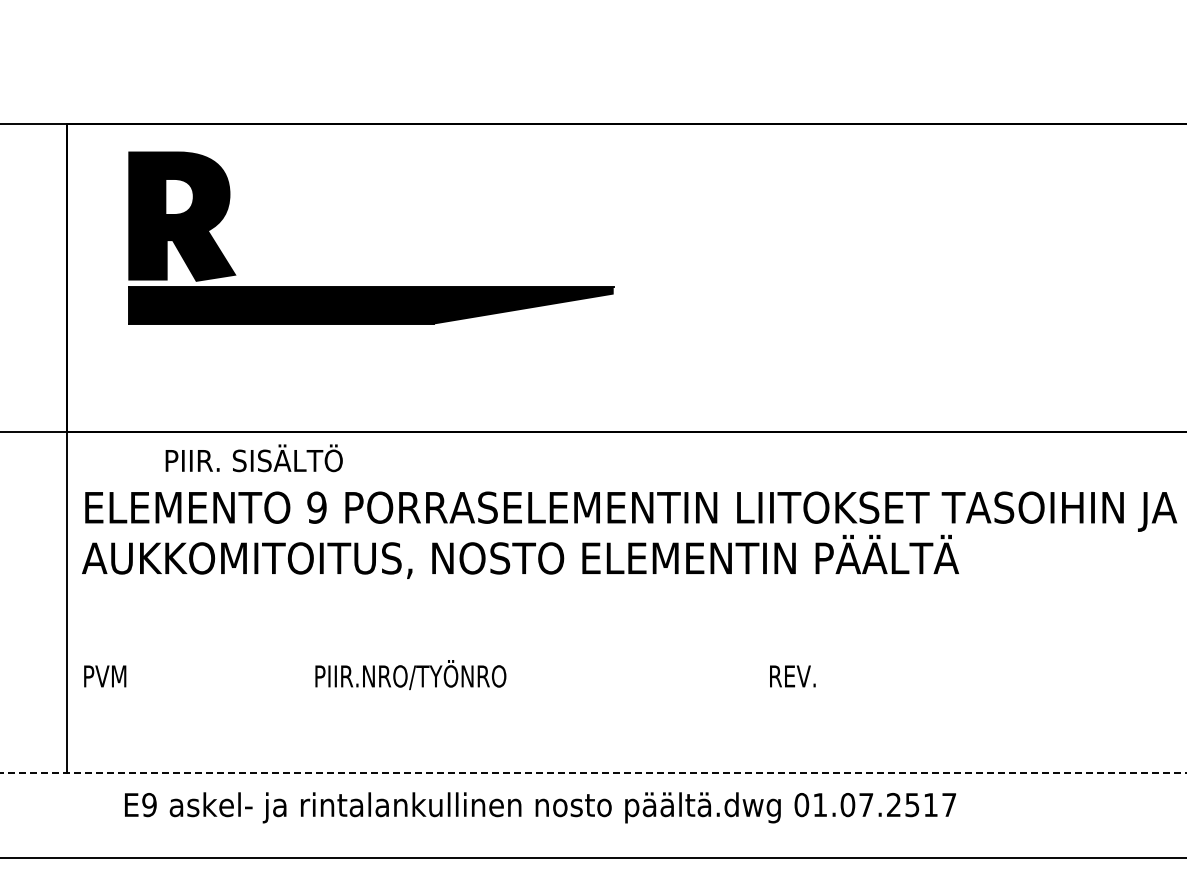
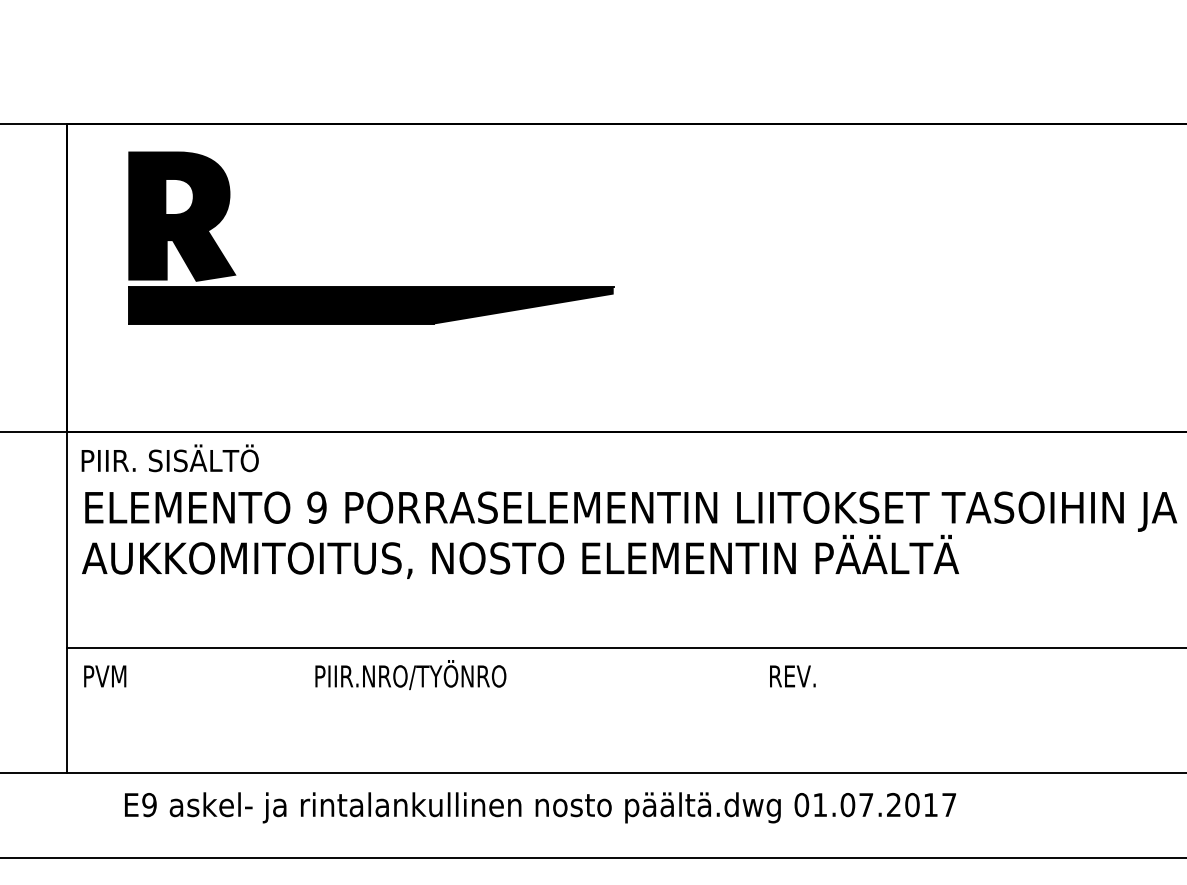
text at (253, 458) position: (253, 458) -> (169, 458)
line at (624, 648): none -> present
line at (593, 772): dashed -> solid
text at (912, 804): 01.07.2517 -> 01.07.2017
